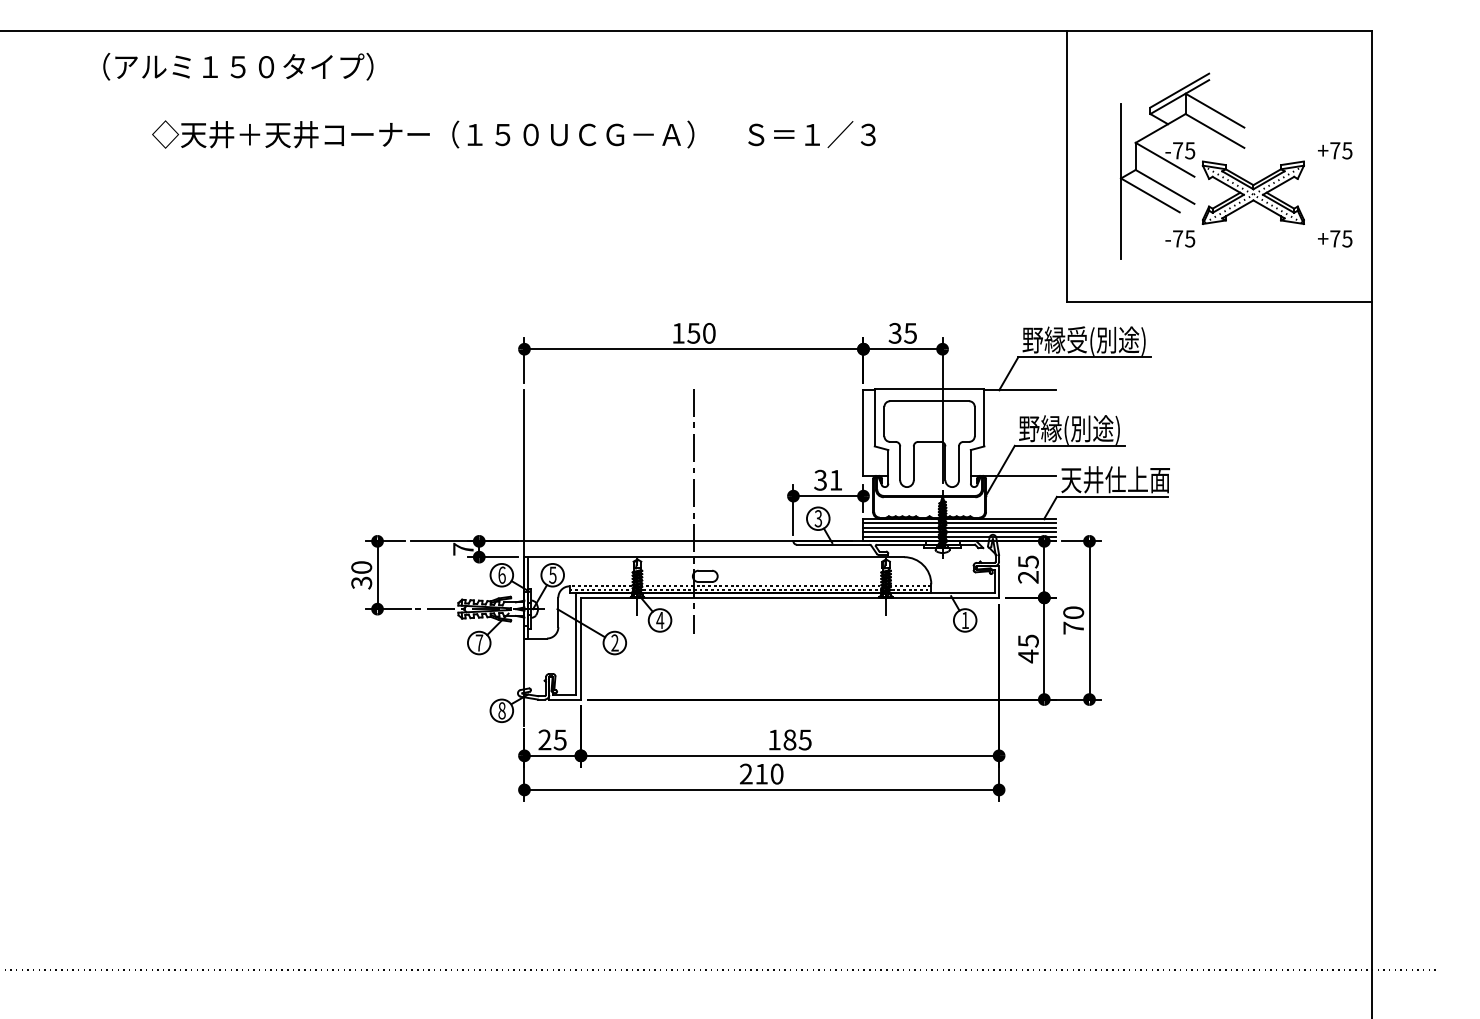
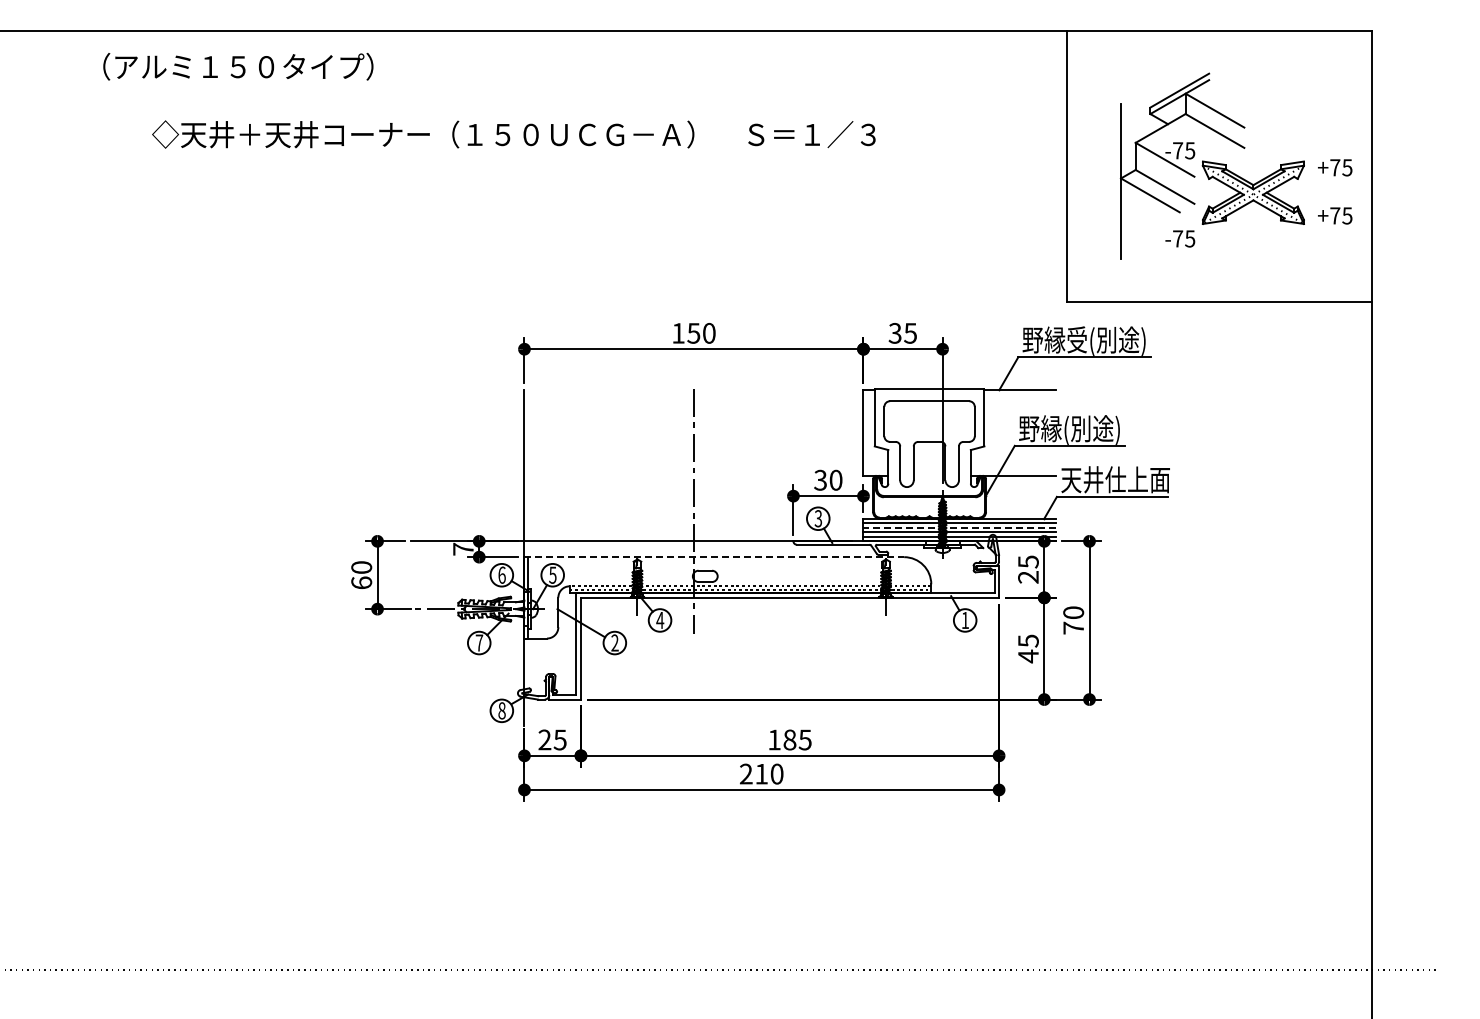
text at (1335, 150) position: (1335, 150) -> (1335, 167)
text at (1335, 238) position: (1335, 238) -> (1335, 215)
text at (835, 479): 31 -> 30
line at (959, 527): solid -> dashed
line at (714, 557): solid -> dashed
text at (361, 582): 30 -> 60
